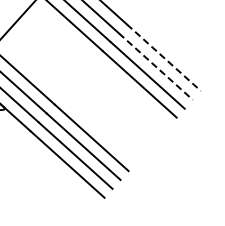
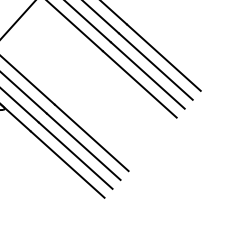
line at (163, 57): dashed -> solid
line at (155, 66): dashed -> solid
